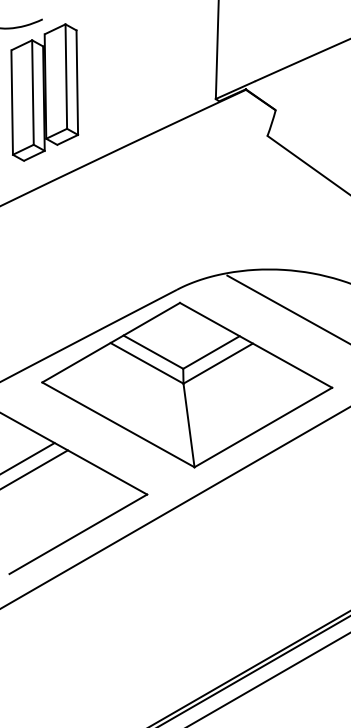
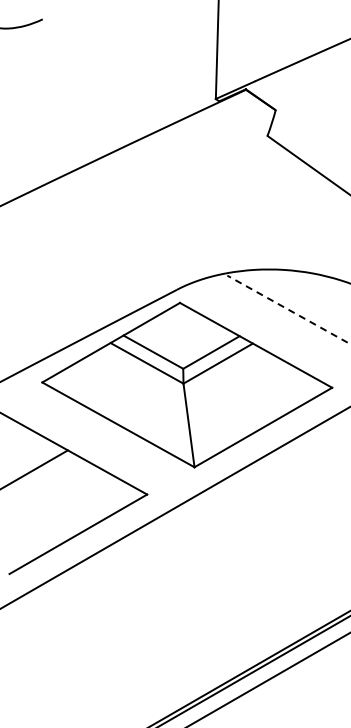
part at (44, 92): present -> none
line at (289, 310): solid -> dashed
line at (28, 458): present -> none
